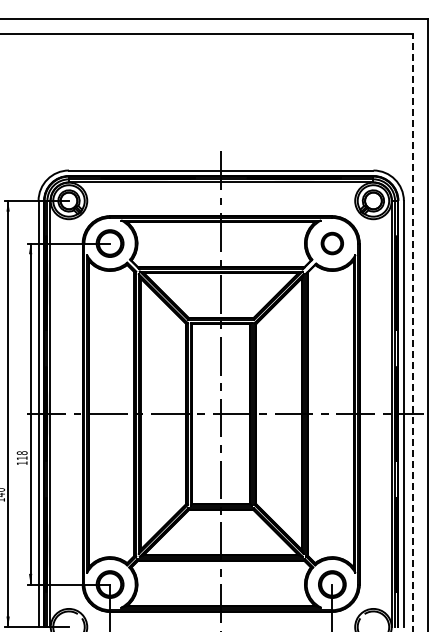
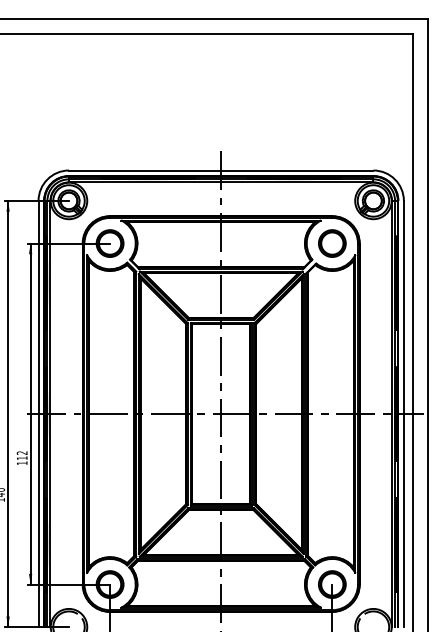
part at (331, 243) size: 24x25 px -> 29x29 px
line at (412, 332): dashed -> solid
text at (22, 453): 118 -> 112
